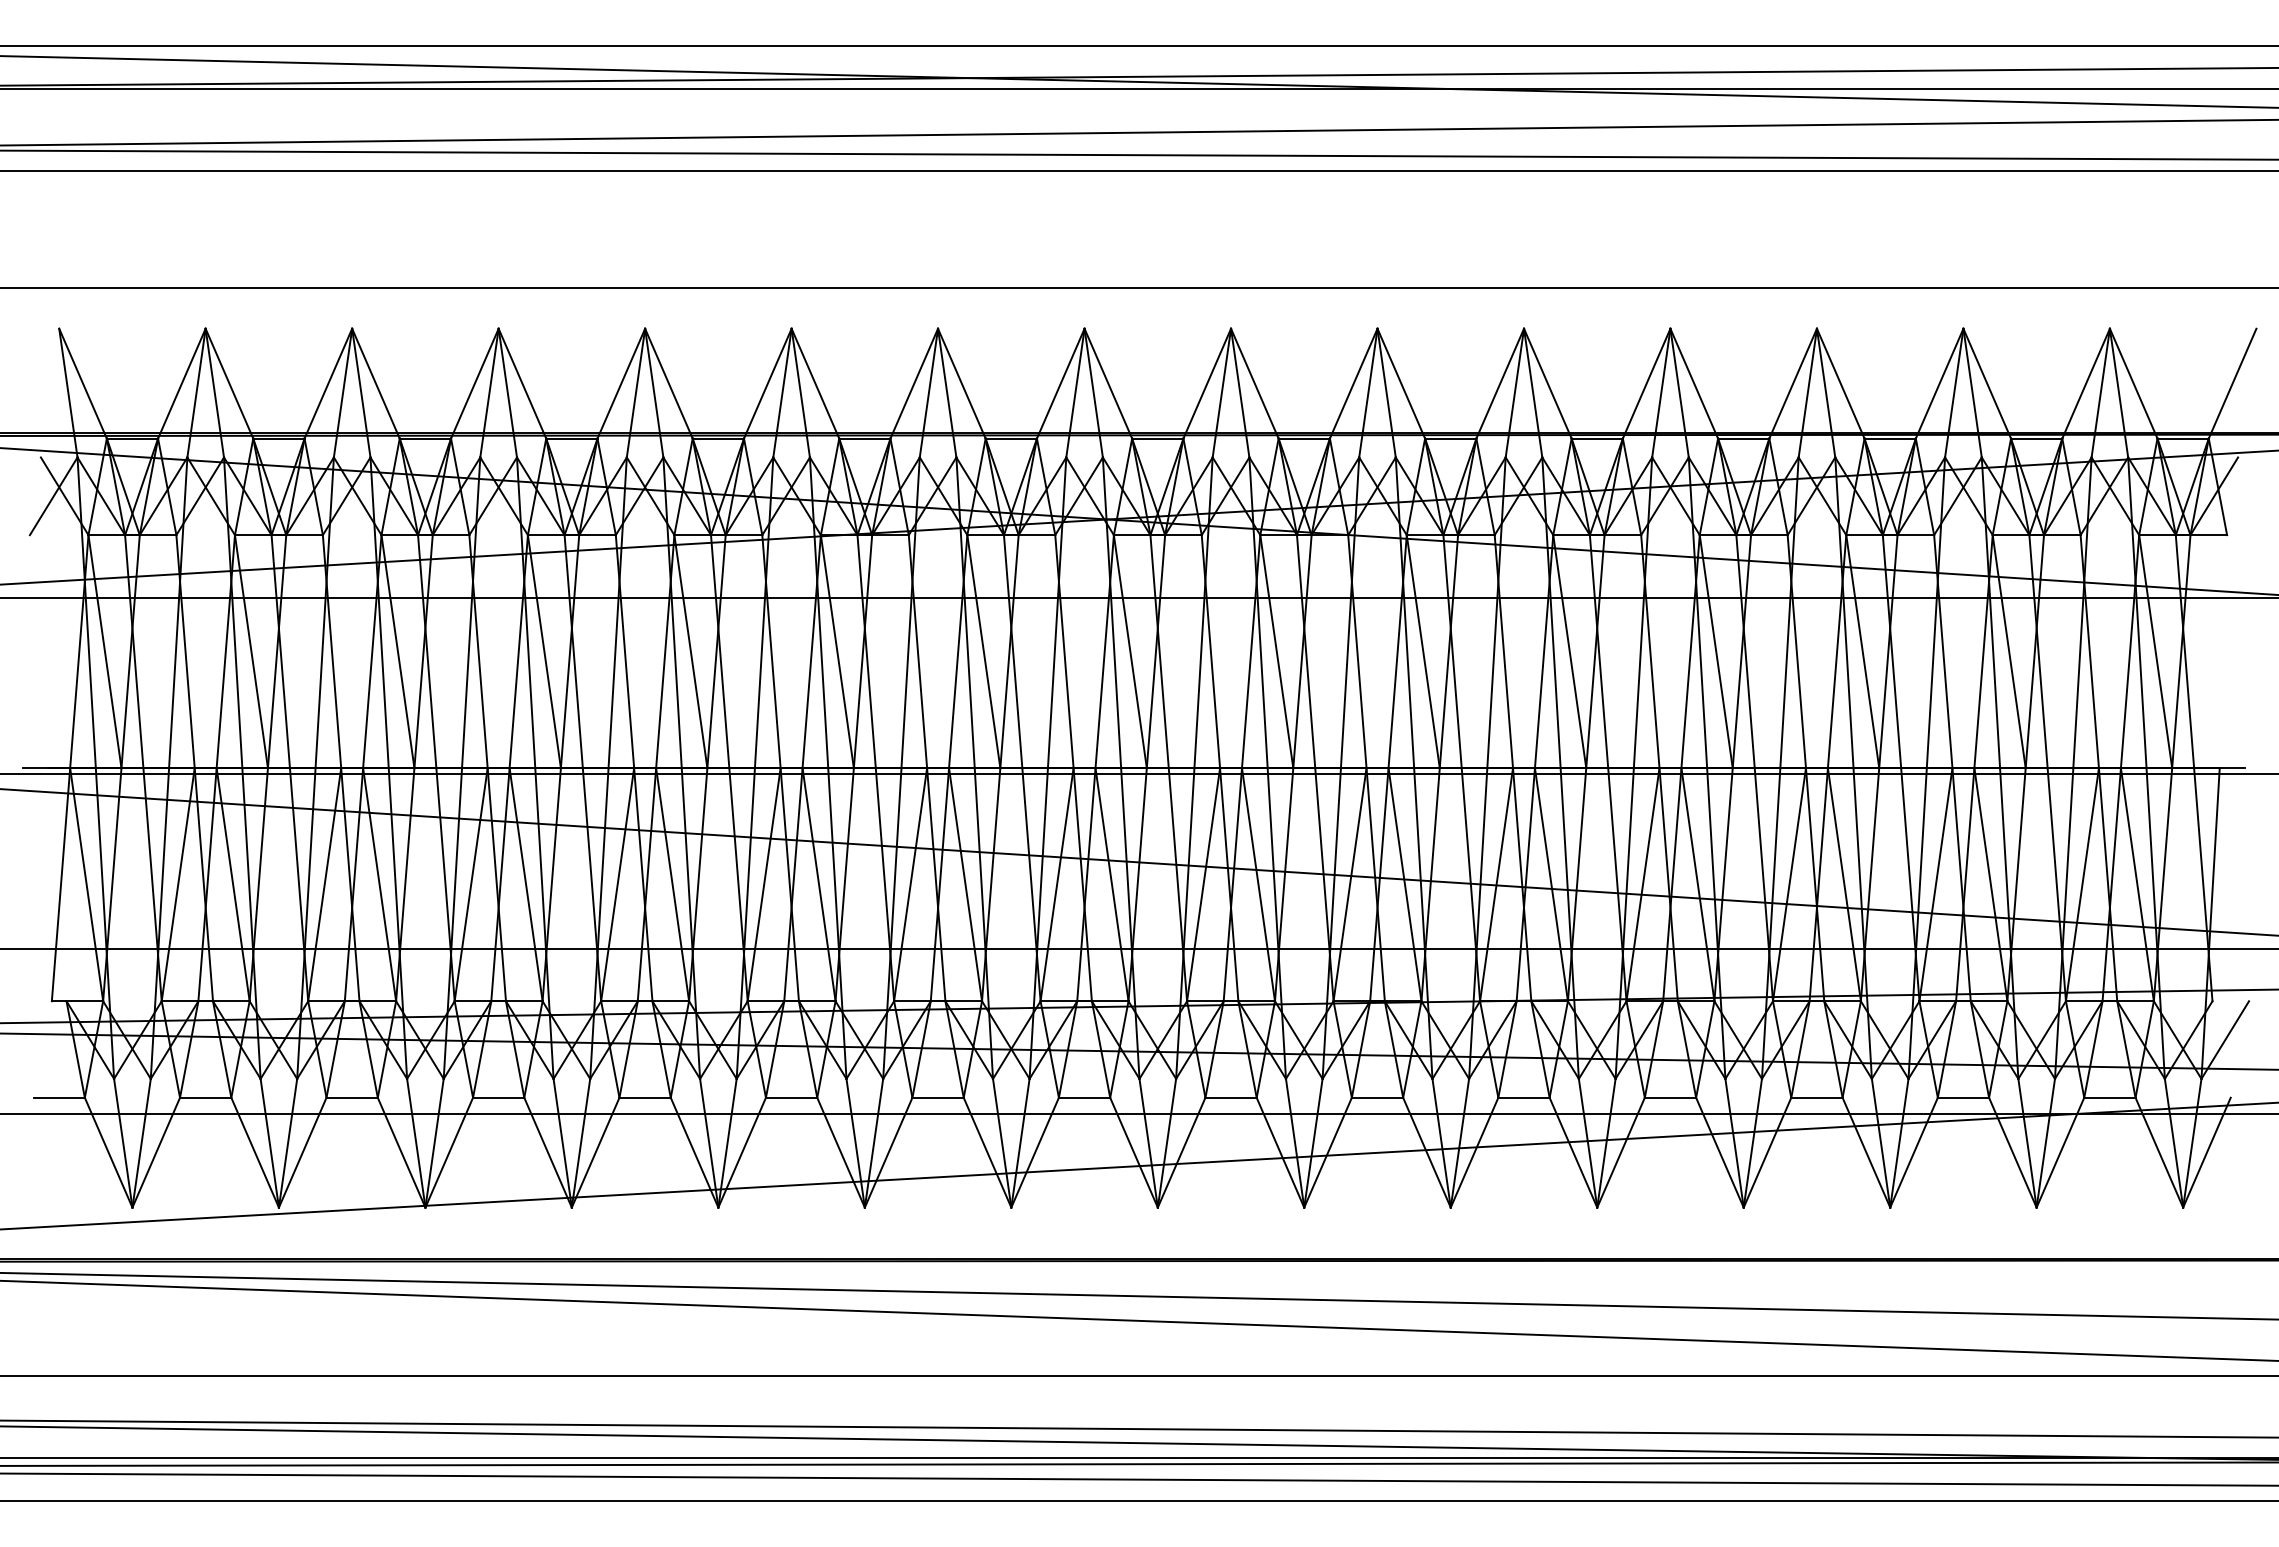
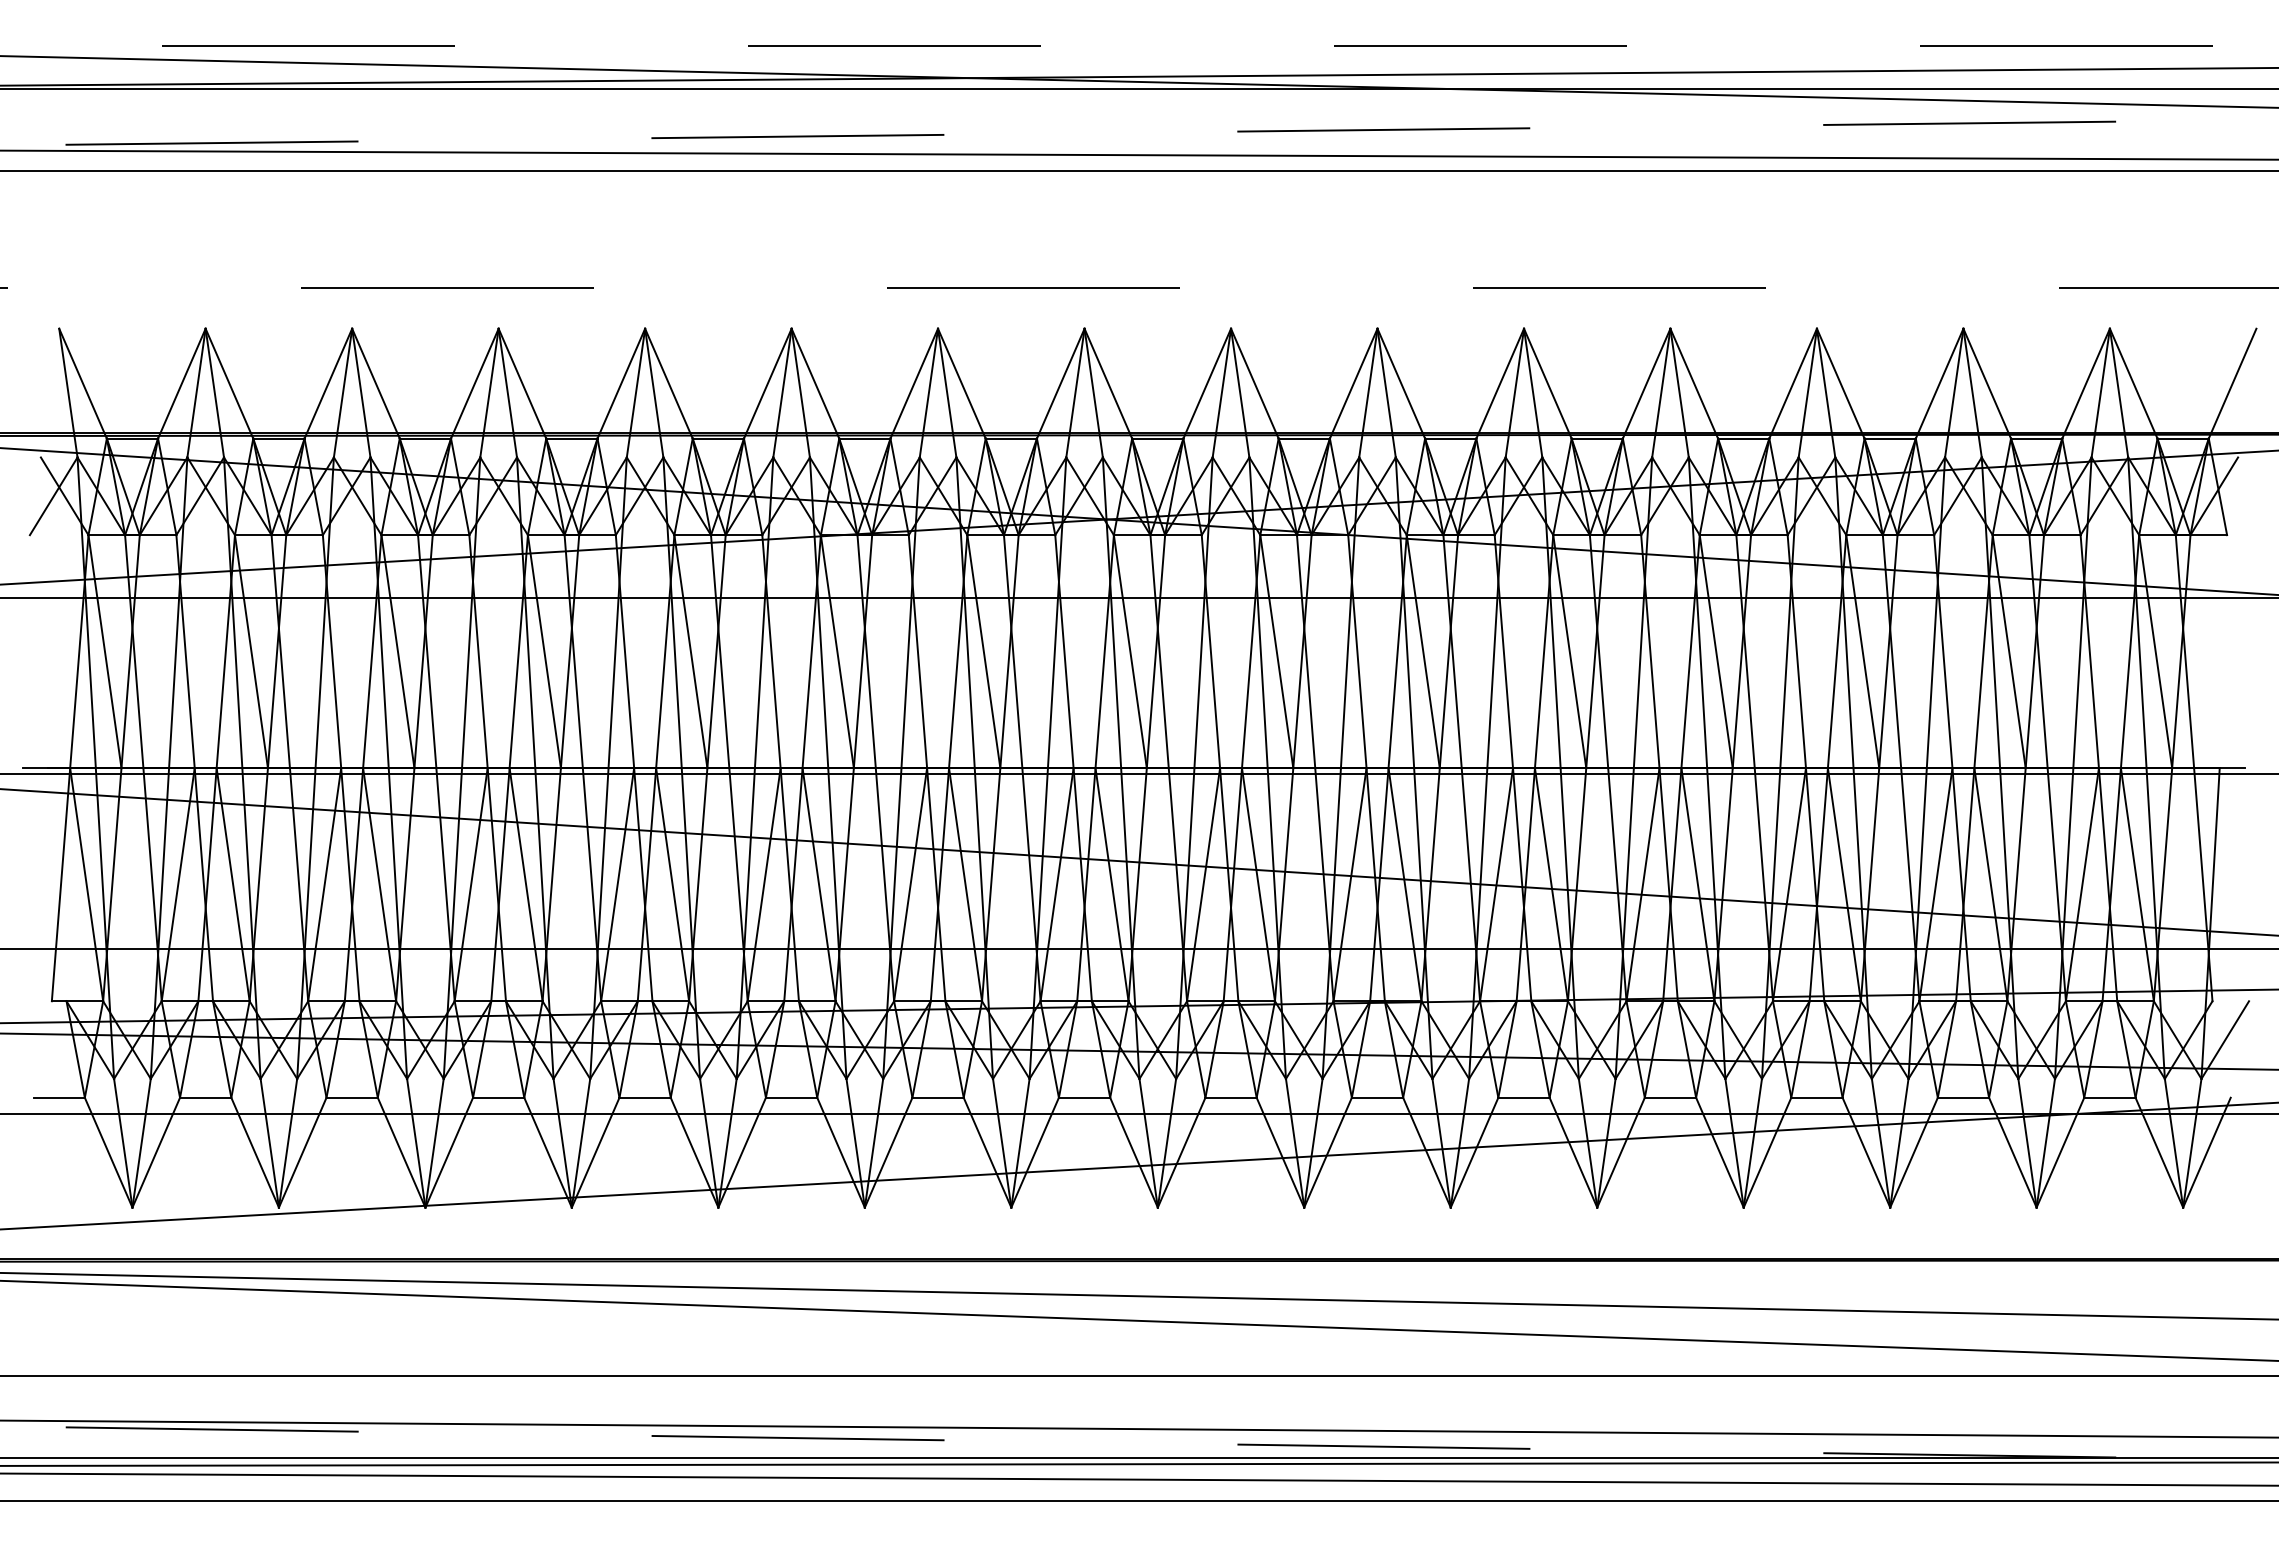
line at (1140, 46): solid -> dashed
line at (1139, 132): solid -> dashed
line at (1139, 287): solid -> dashed
line at (1139, 1443): solid -> dashed
